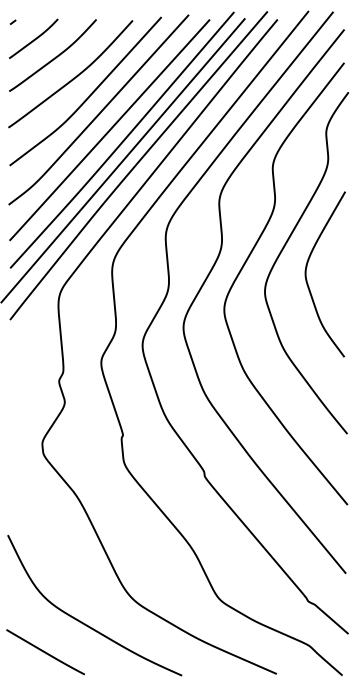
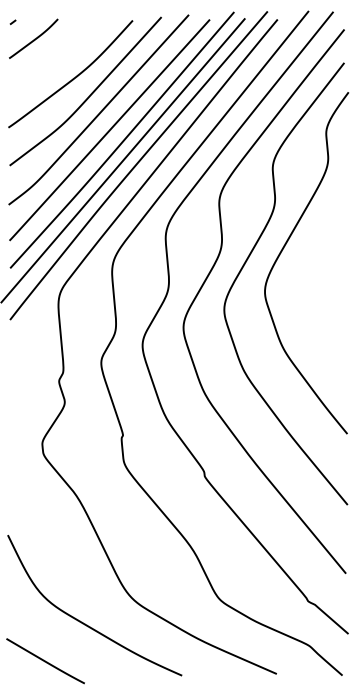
curve at (54, 57): present -> none
curve at (307, 279): present -> none
line at (45, 652) position: (45, 652) -> (45, 661)
